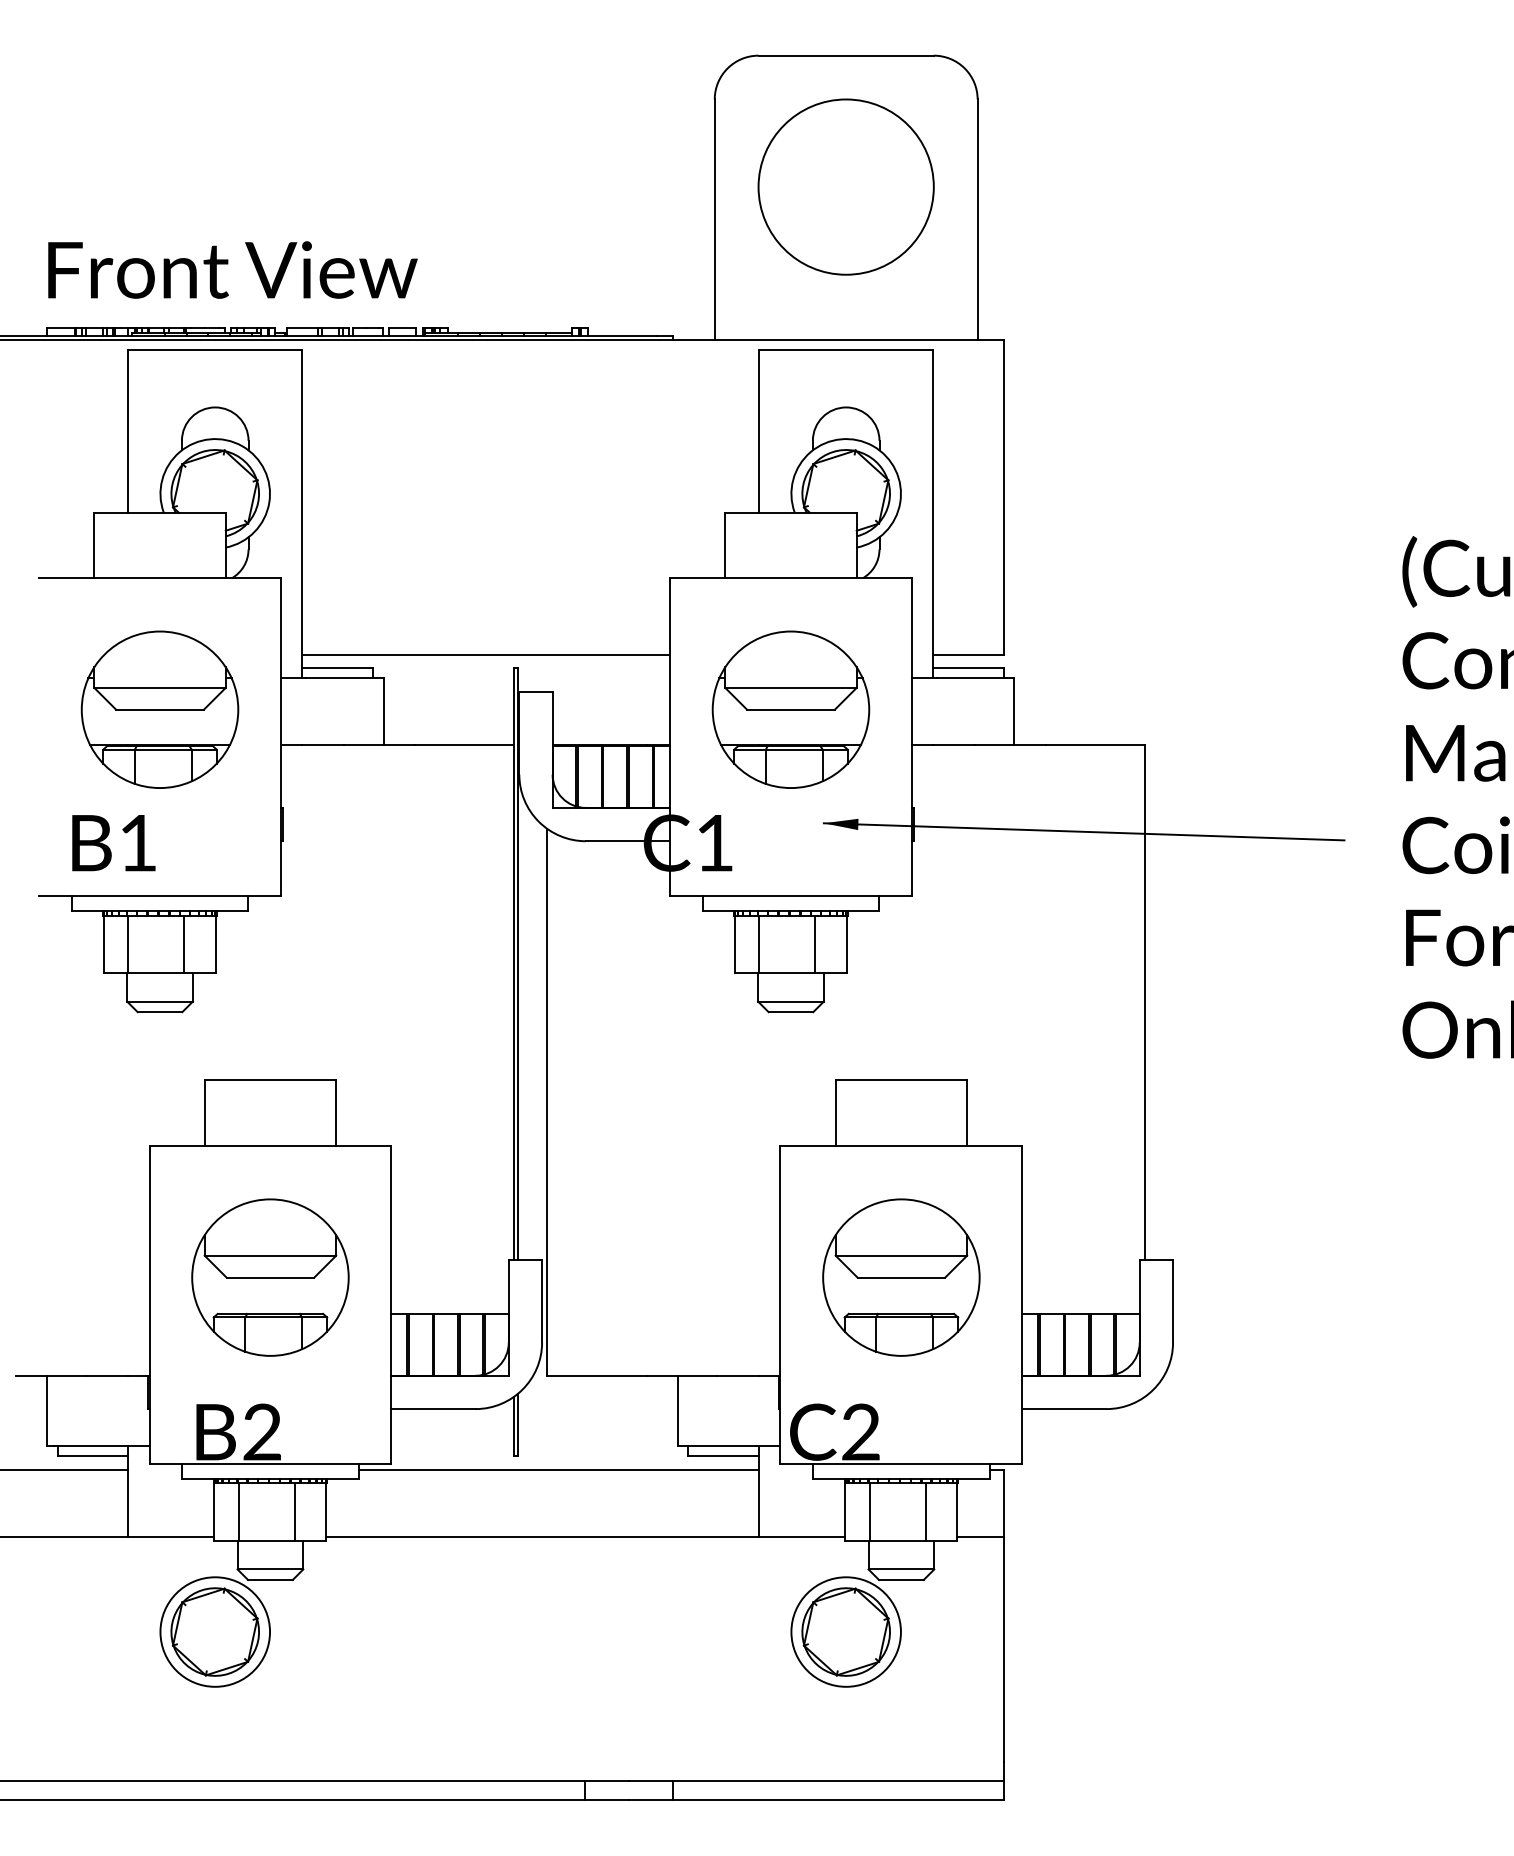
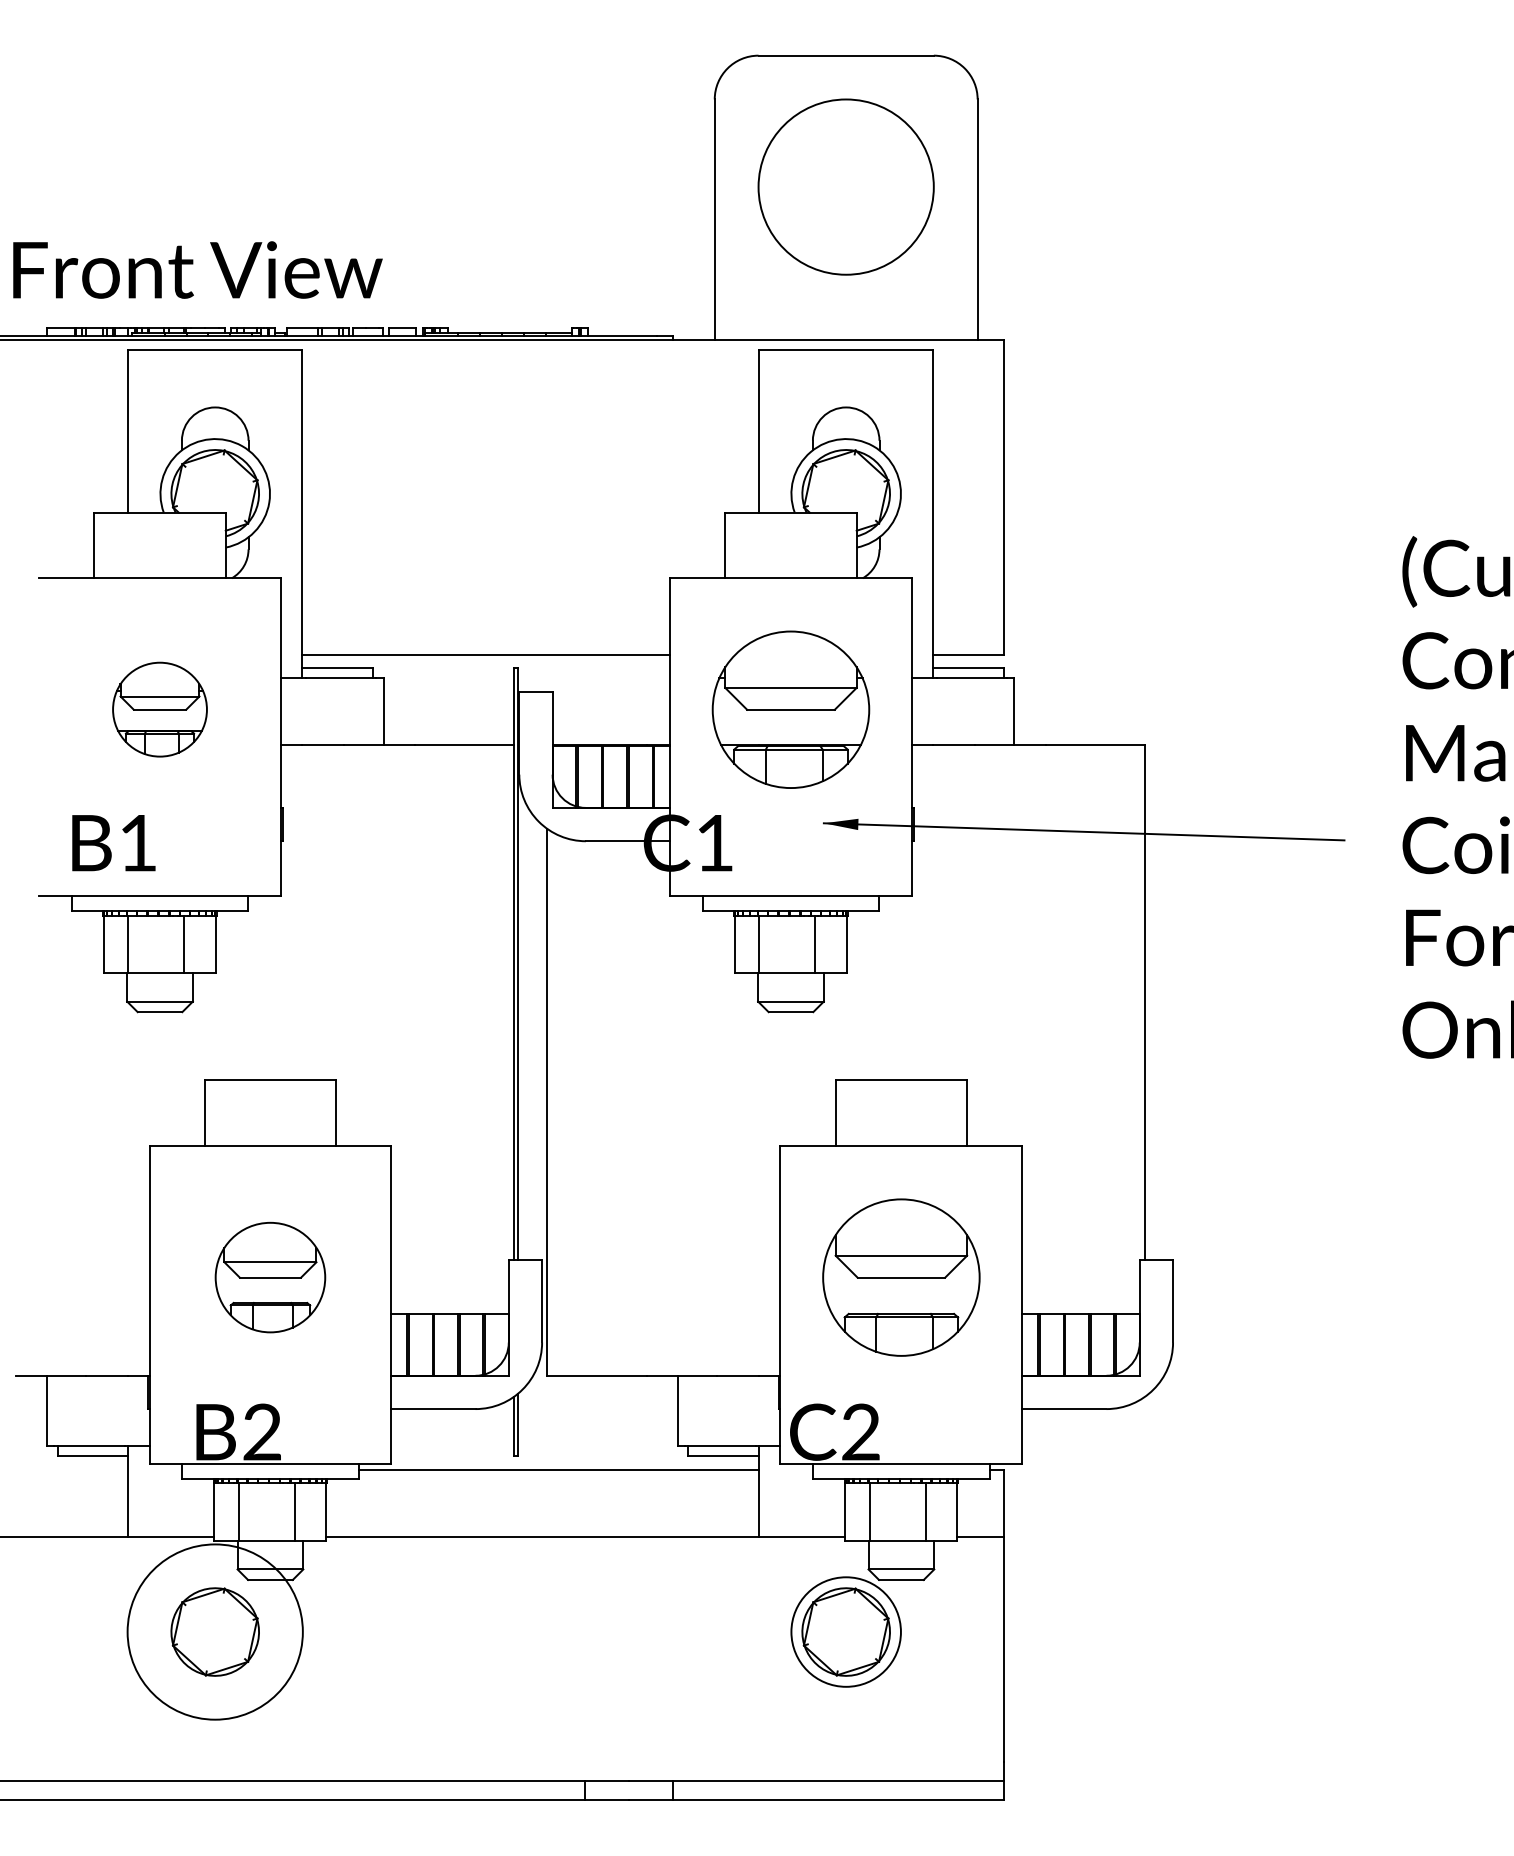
text at (232, 269) position: (232, 269) -> (197, 269)
part at (159, 709) size: 160x159 px -> 96x97 px
part at (270, 1277) size: 159x159 px -> 113x113 px
line at (65, 1470): present -> none
circle at (215, 1631) diameter: 110 px -> 175 px
